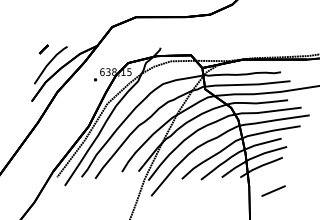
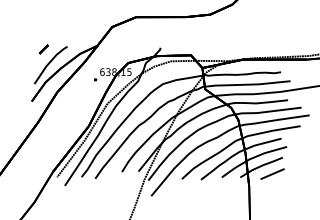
line at (273, 190) position: (273, 190) -> (272, 173)
